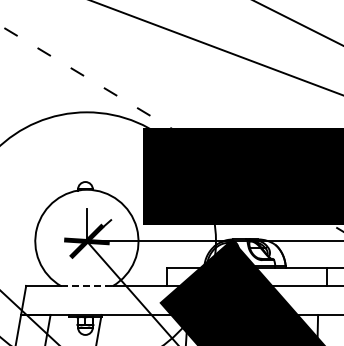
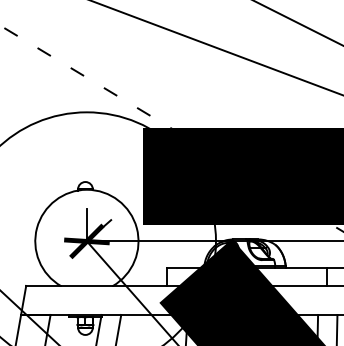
line at (86, 286): dashed -> solid
line at (118, 328): none -> present
line at (336, 328): none -> present
